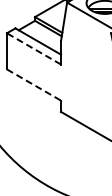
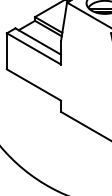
line at (33, 48): dashed -> solid
line at (34, 85): dashed -> solid
